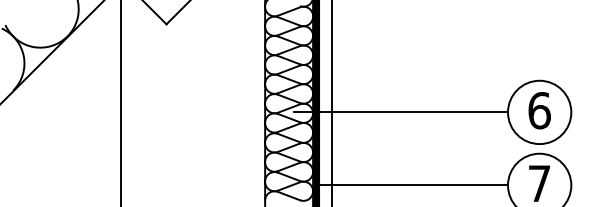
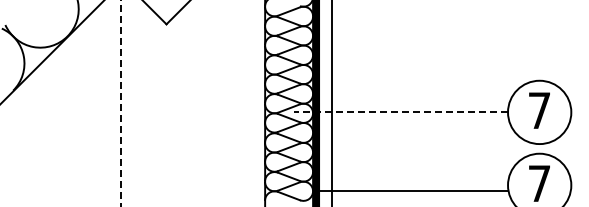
line at (121, 103): solid -> dashed
text at (539, 110): 6 -> 7
line at (400, 112): solid -> dashed
line at (413, 185) position: (413, 185) -> (413, 191)
